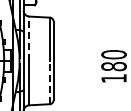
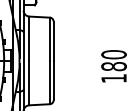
line at (29, 38): dashed -> solid
line at (49, 82): dashed -> solid
